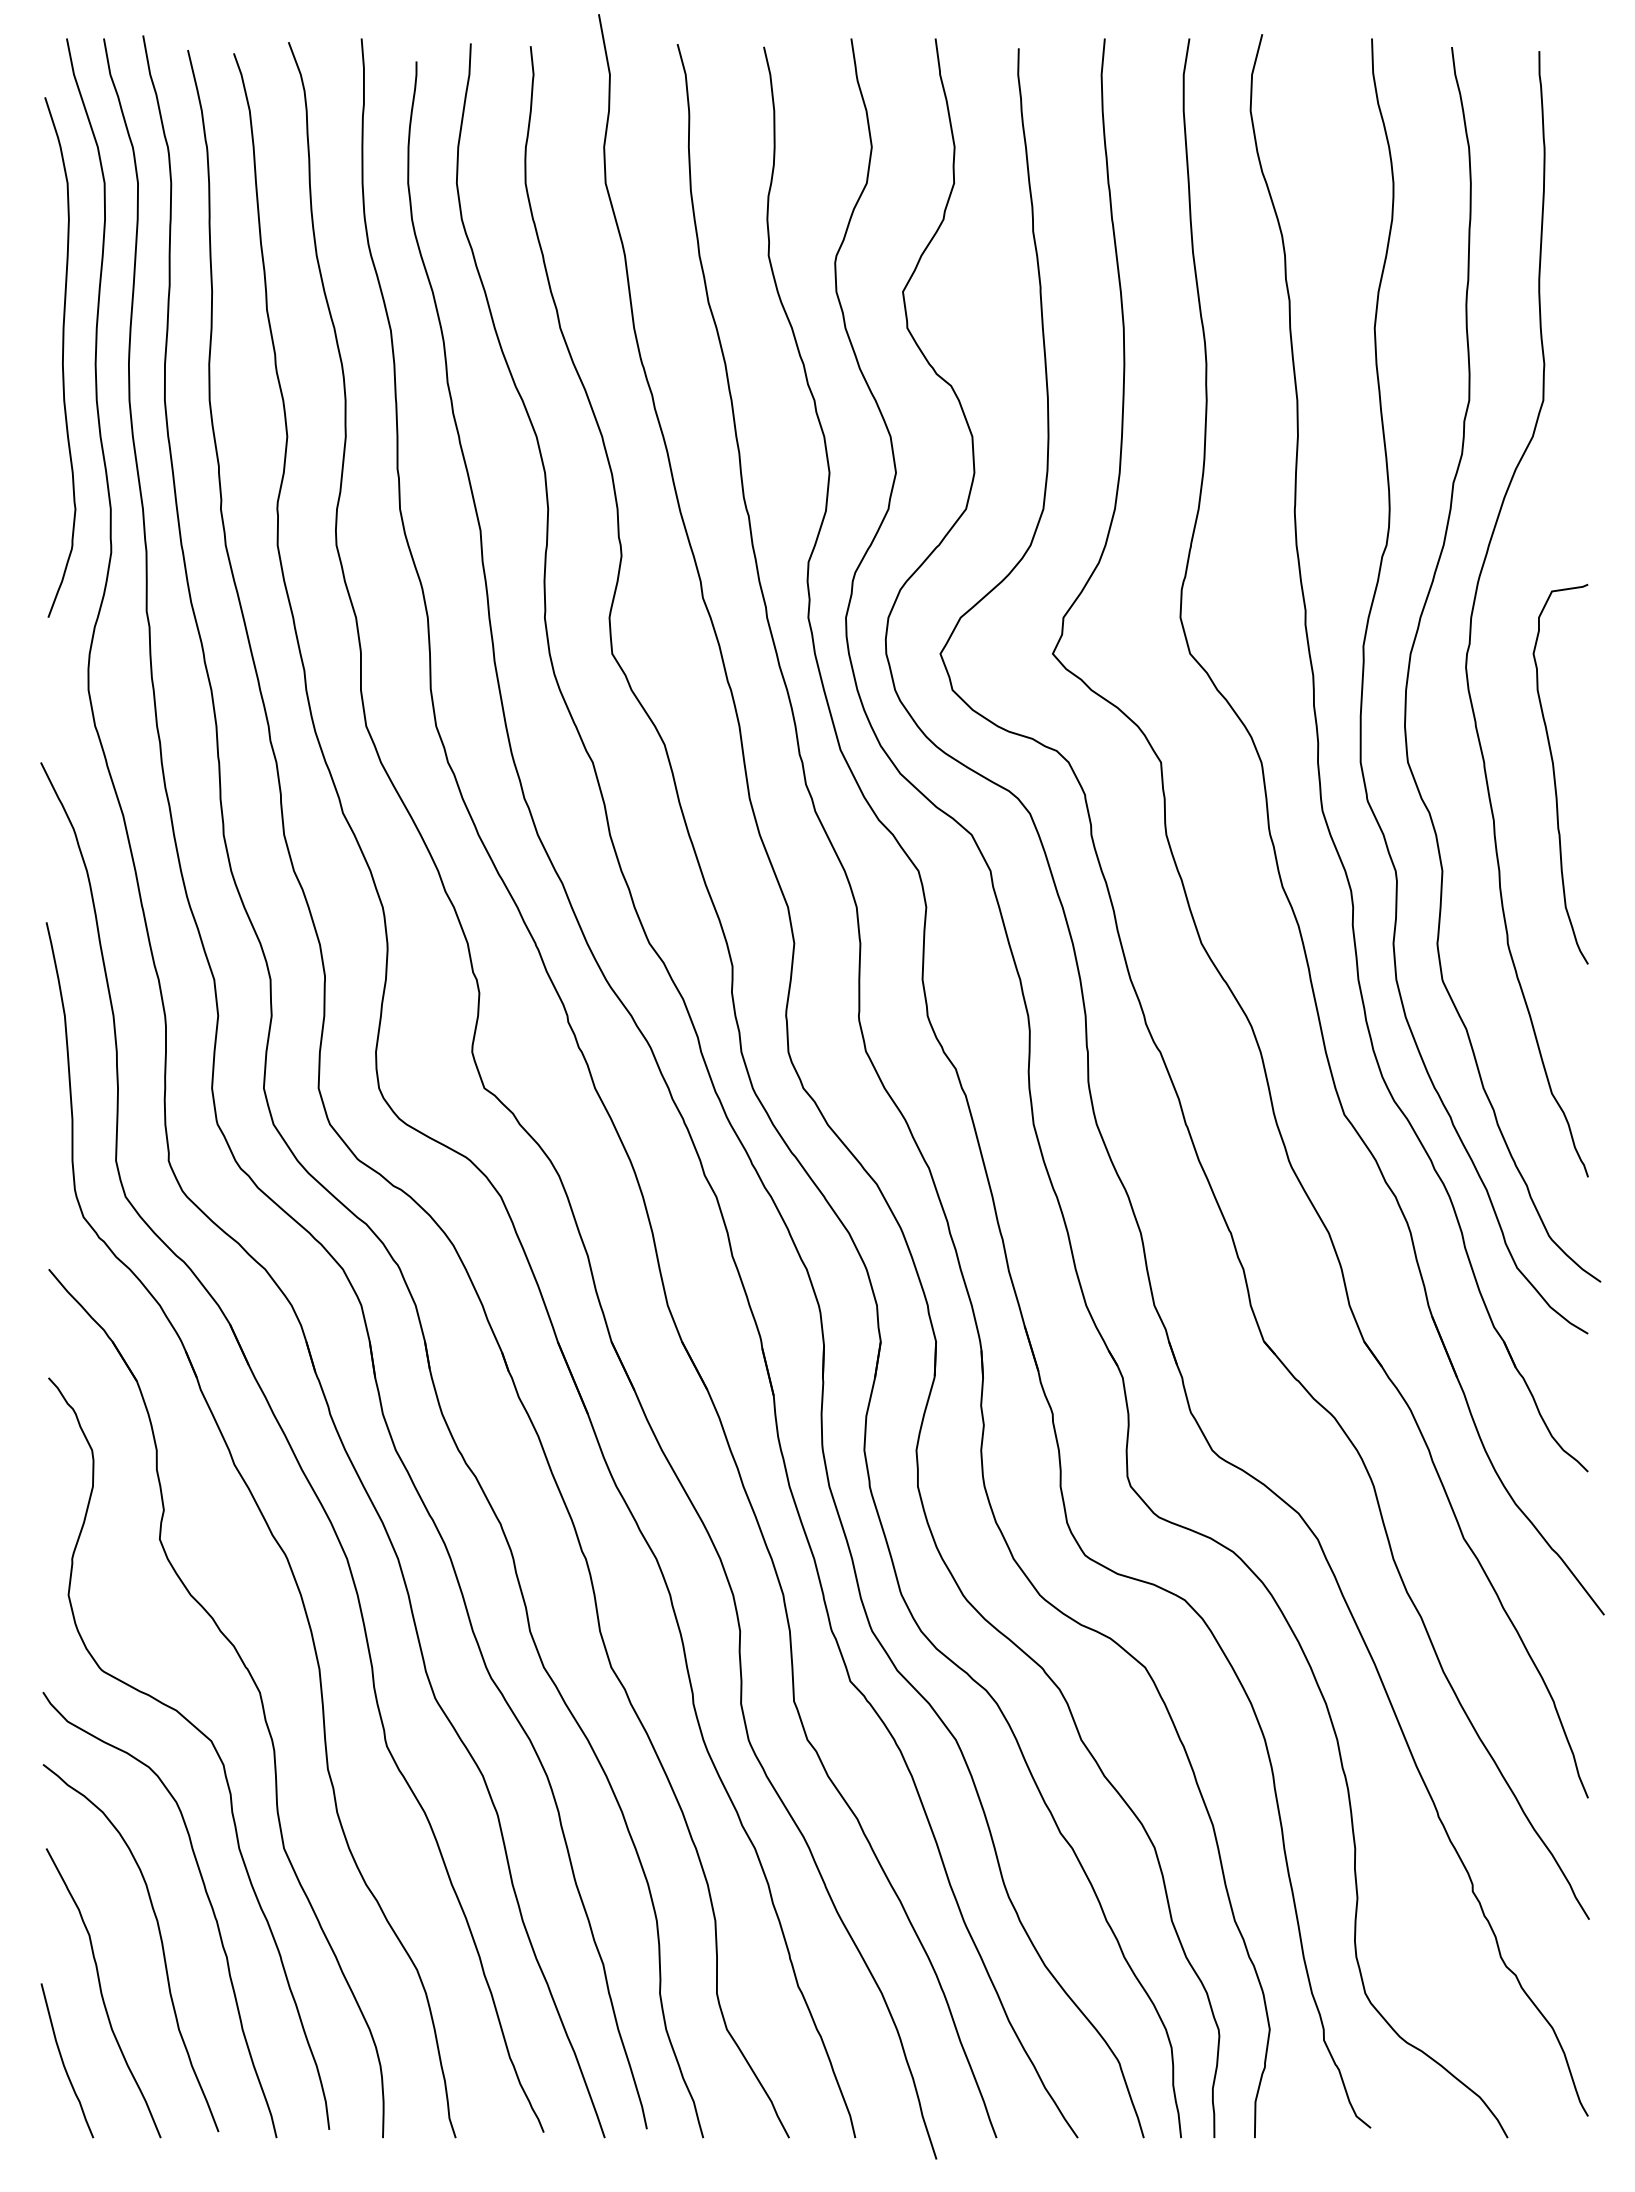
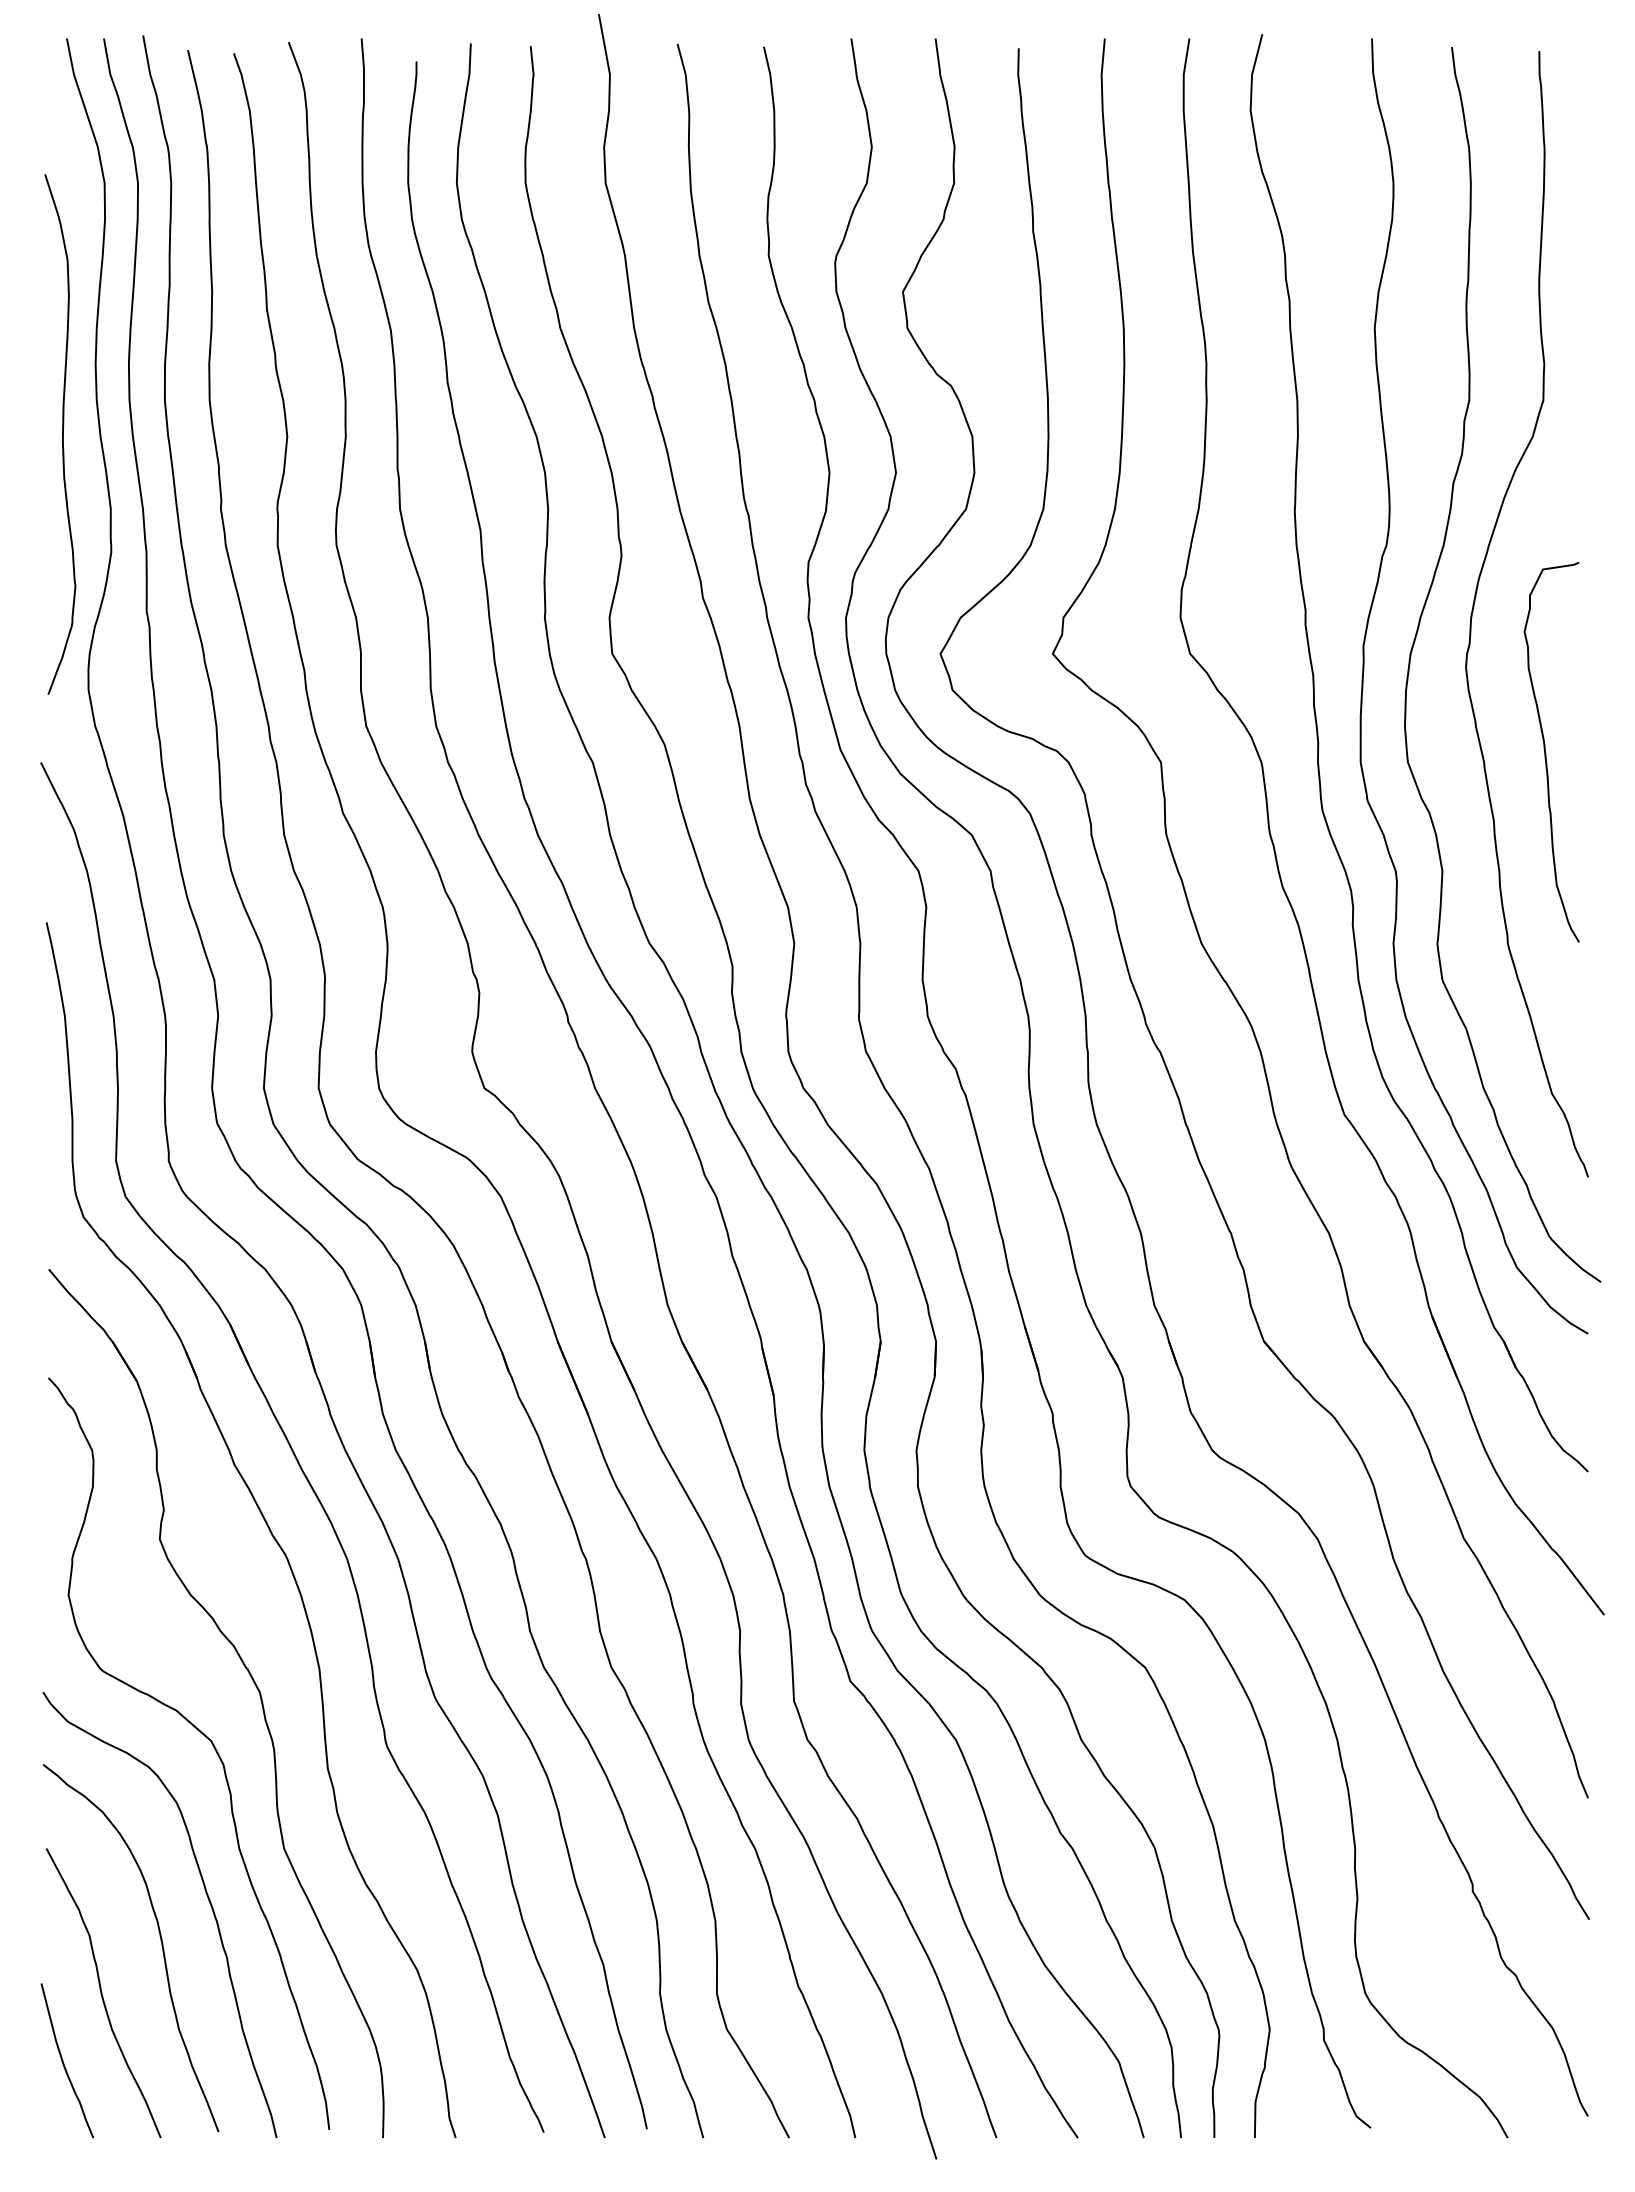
curve at (62, 357) position: (62, 357) -> (62, 434)
curve at (1555, 775) position: (1555, 775) -> (1546, 753)
